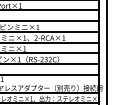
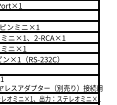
line at (107, 51): present -> none
